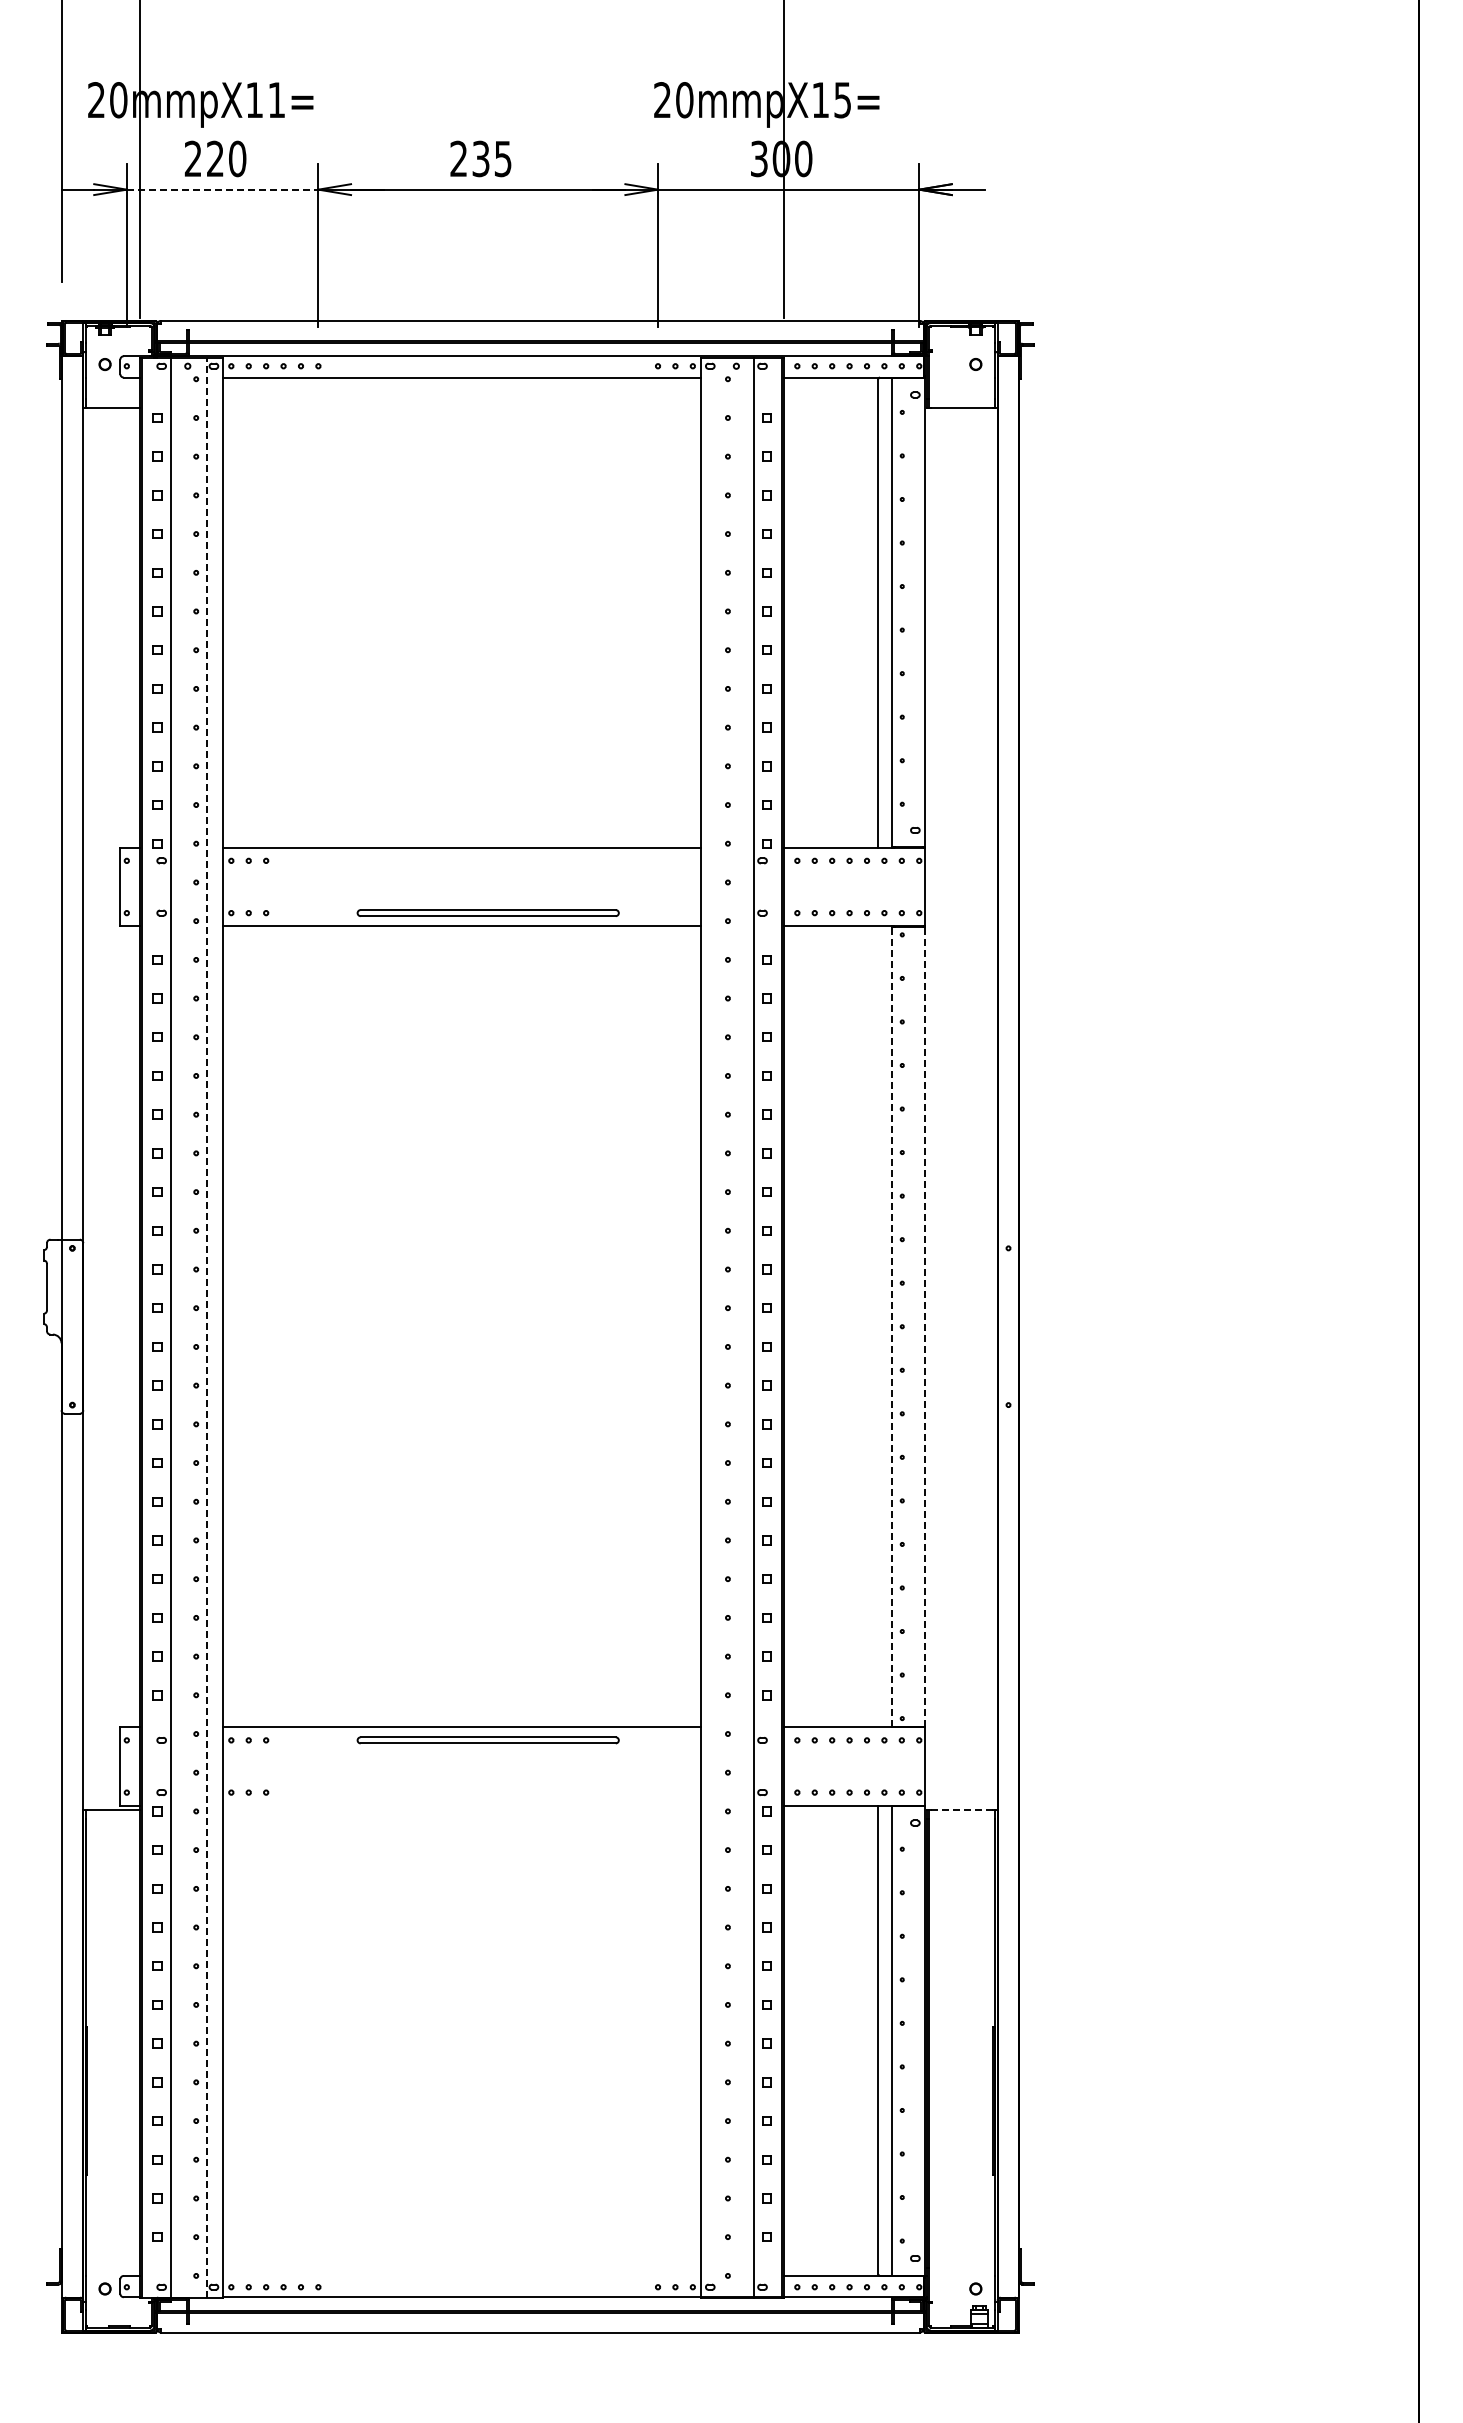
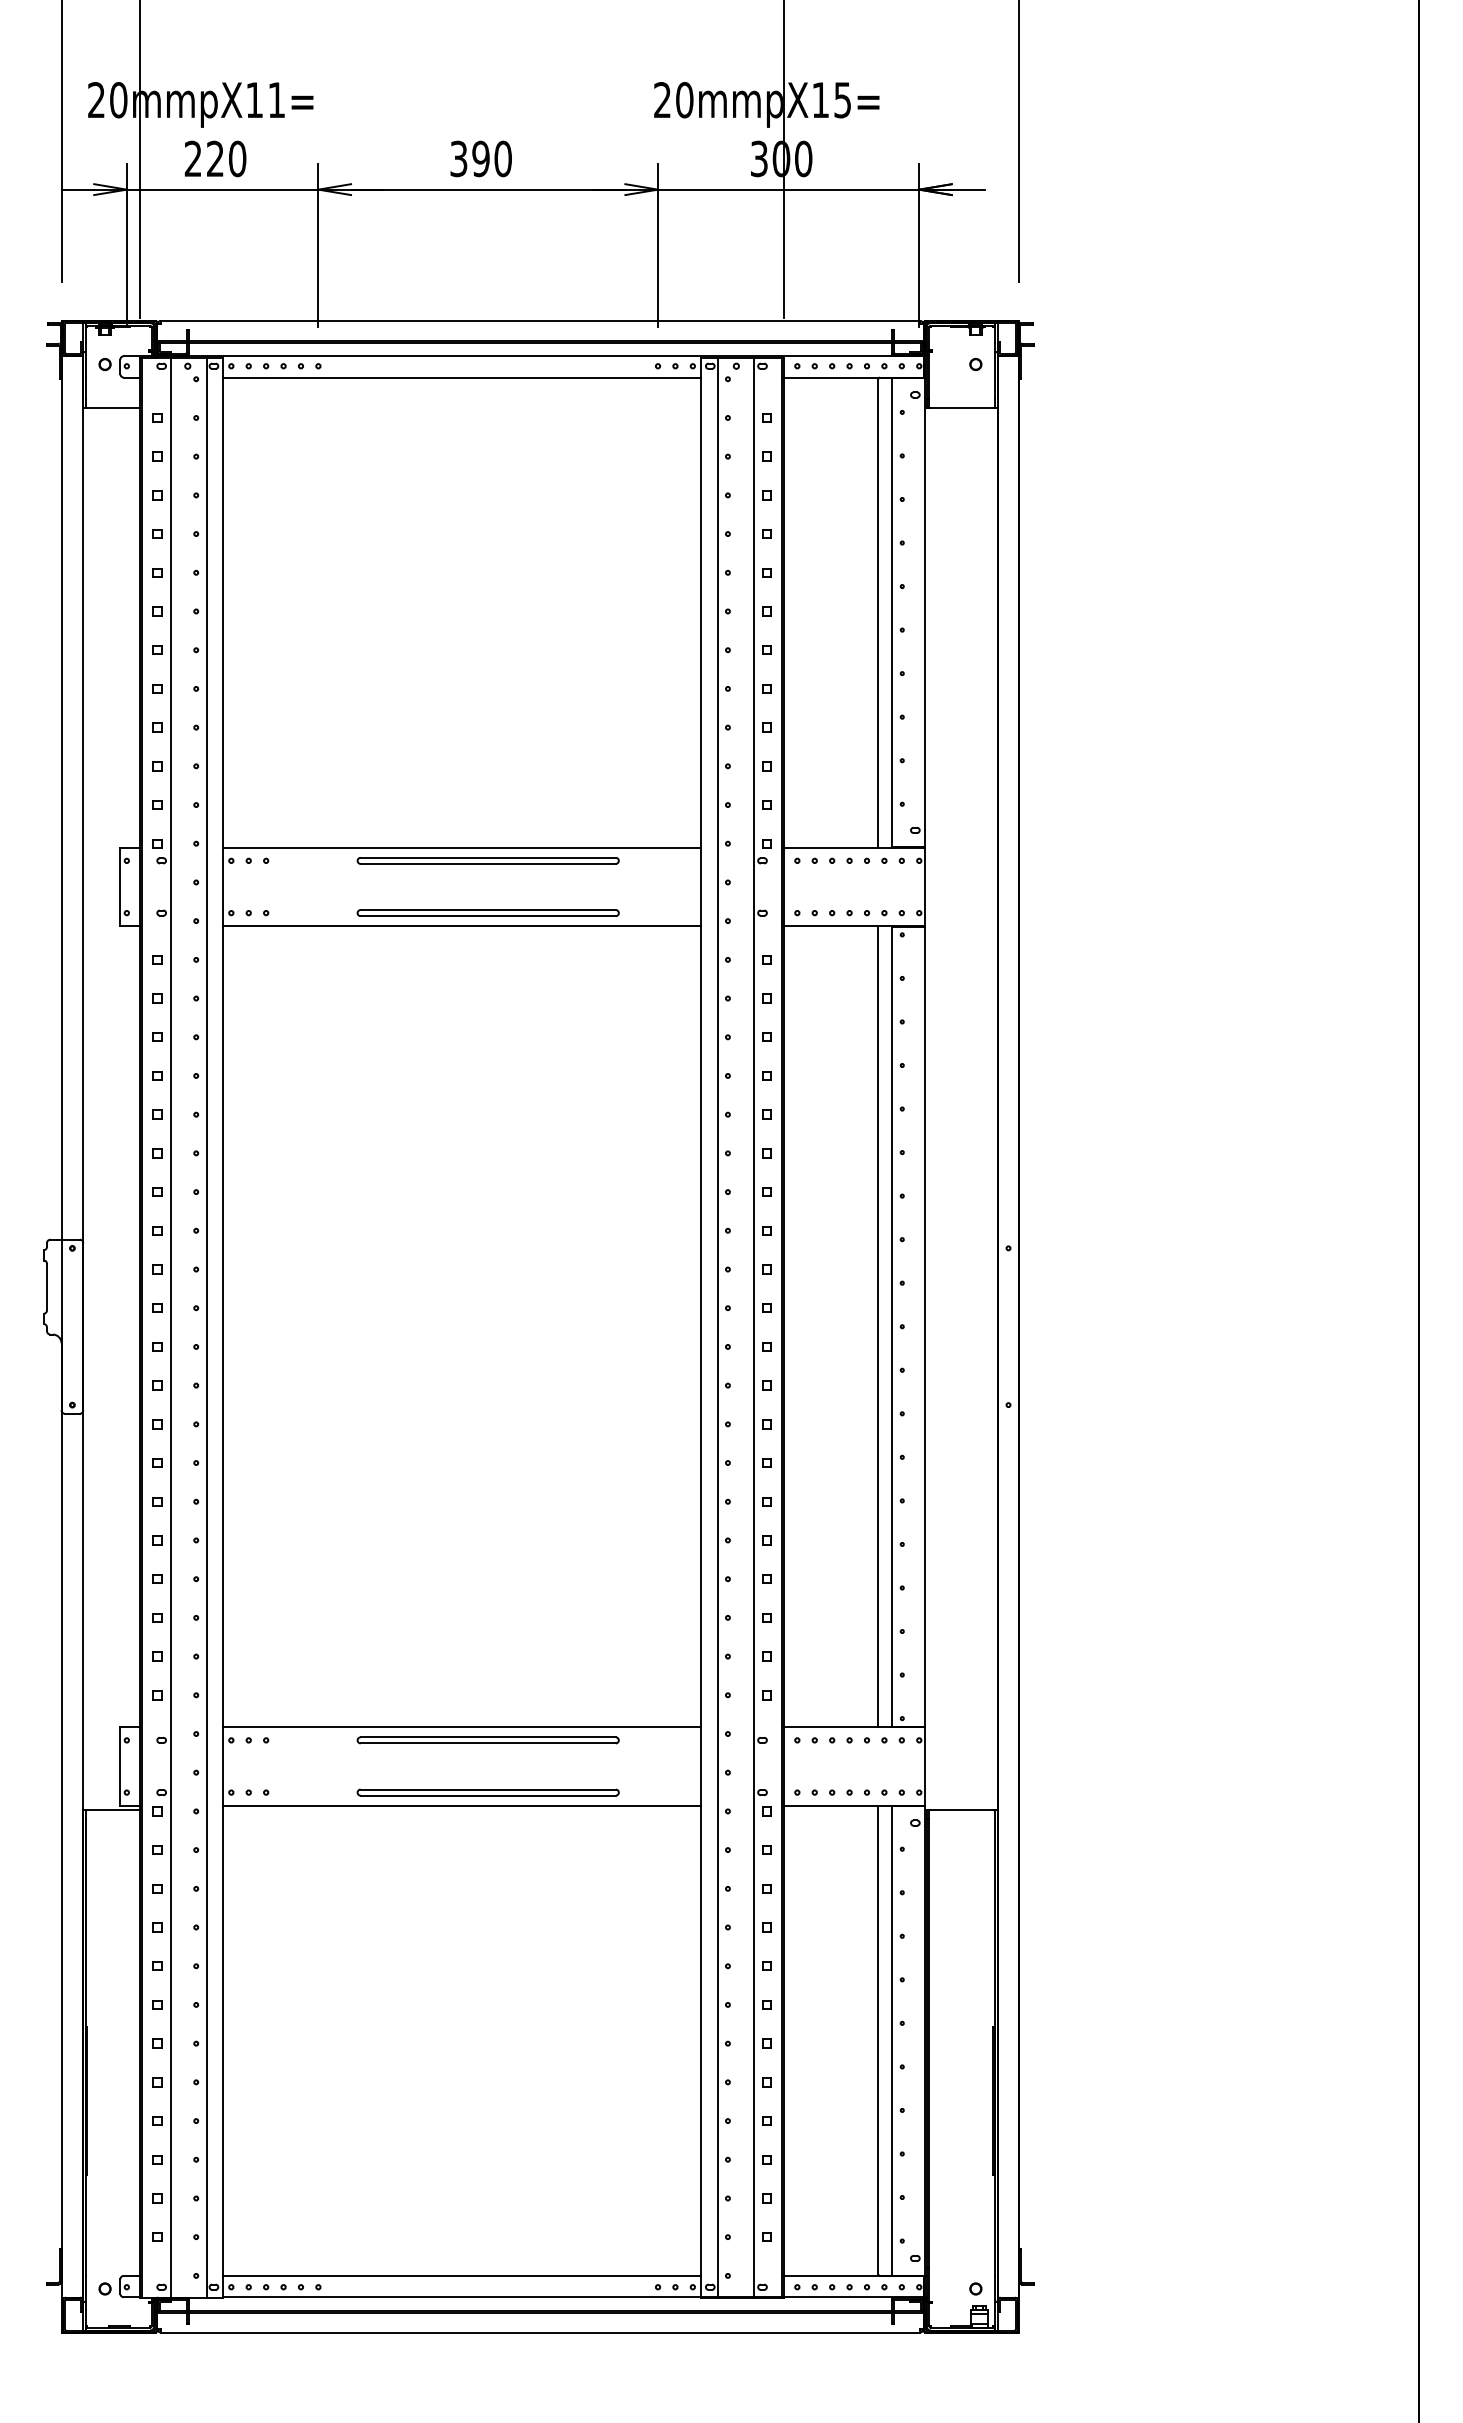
line at (1019, 141): none -> present
text at (480, 158): 235 -> 390
line at (222, 189): dashed -> solid
part at (487, 860): none -> present
line at (878, 1326): none -> present
line at (892, 1326): dashed -> solid
line at (925, 1326): dashed -> solid
line at (206, 1327): dashed -> solid
line at (717, 1327): none -> present
part at (487, 1792): none -> present
line at (461, 1805): none -> present
line at (961, 1810): dashed -> solid
line at (461, 2275): none -> present
